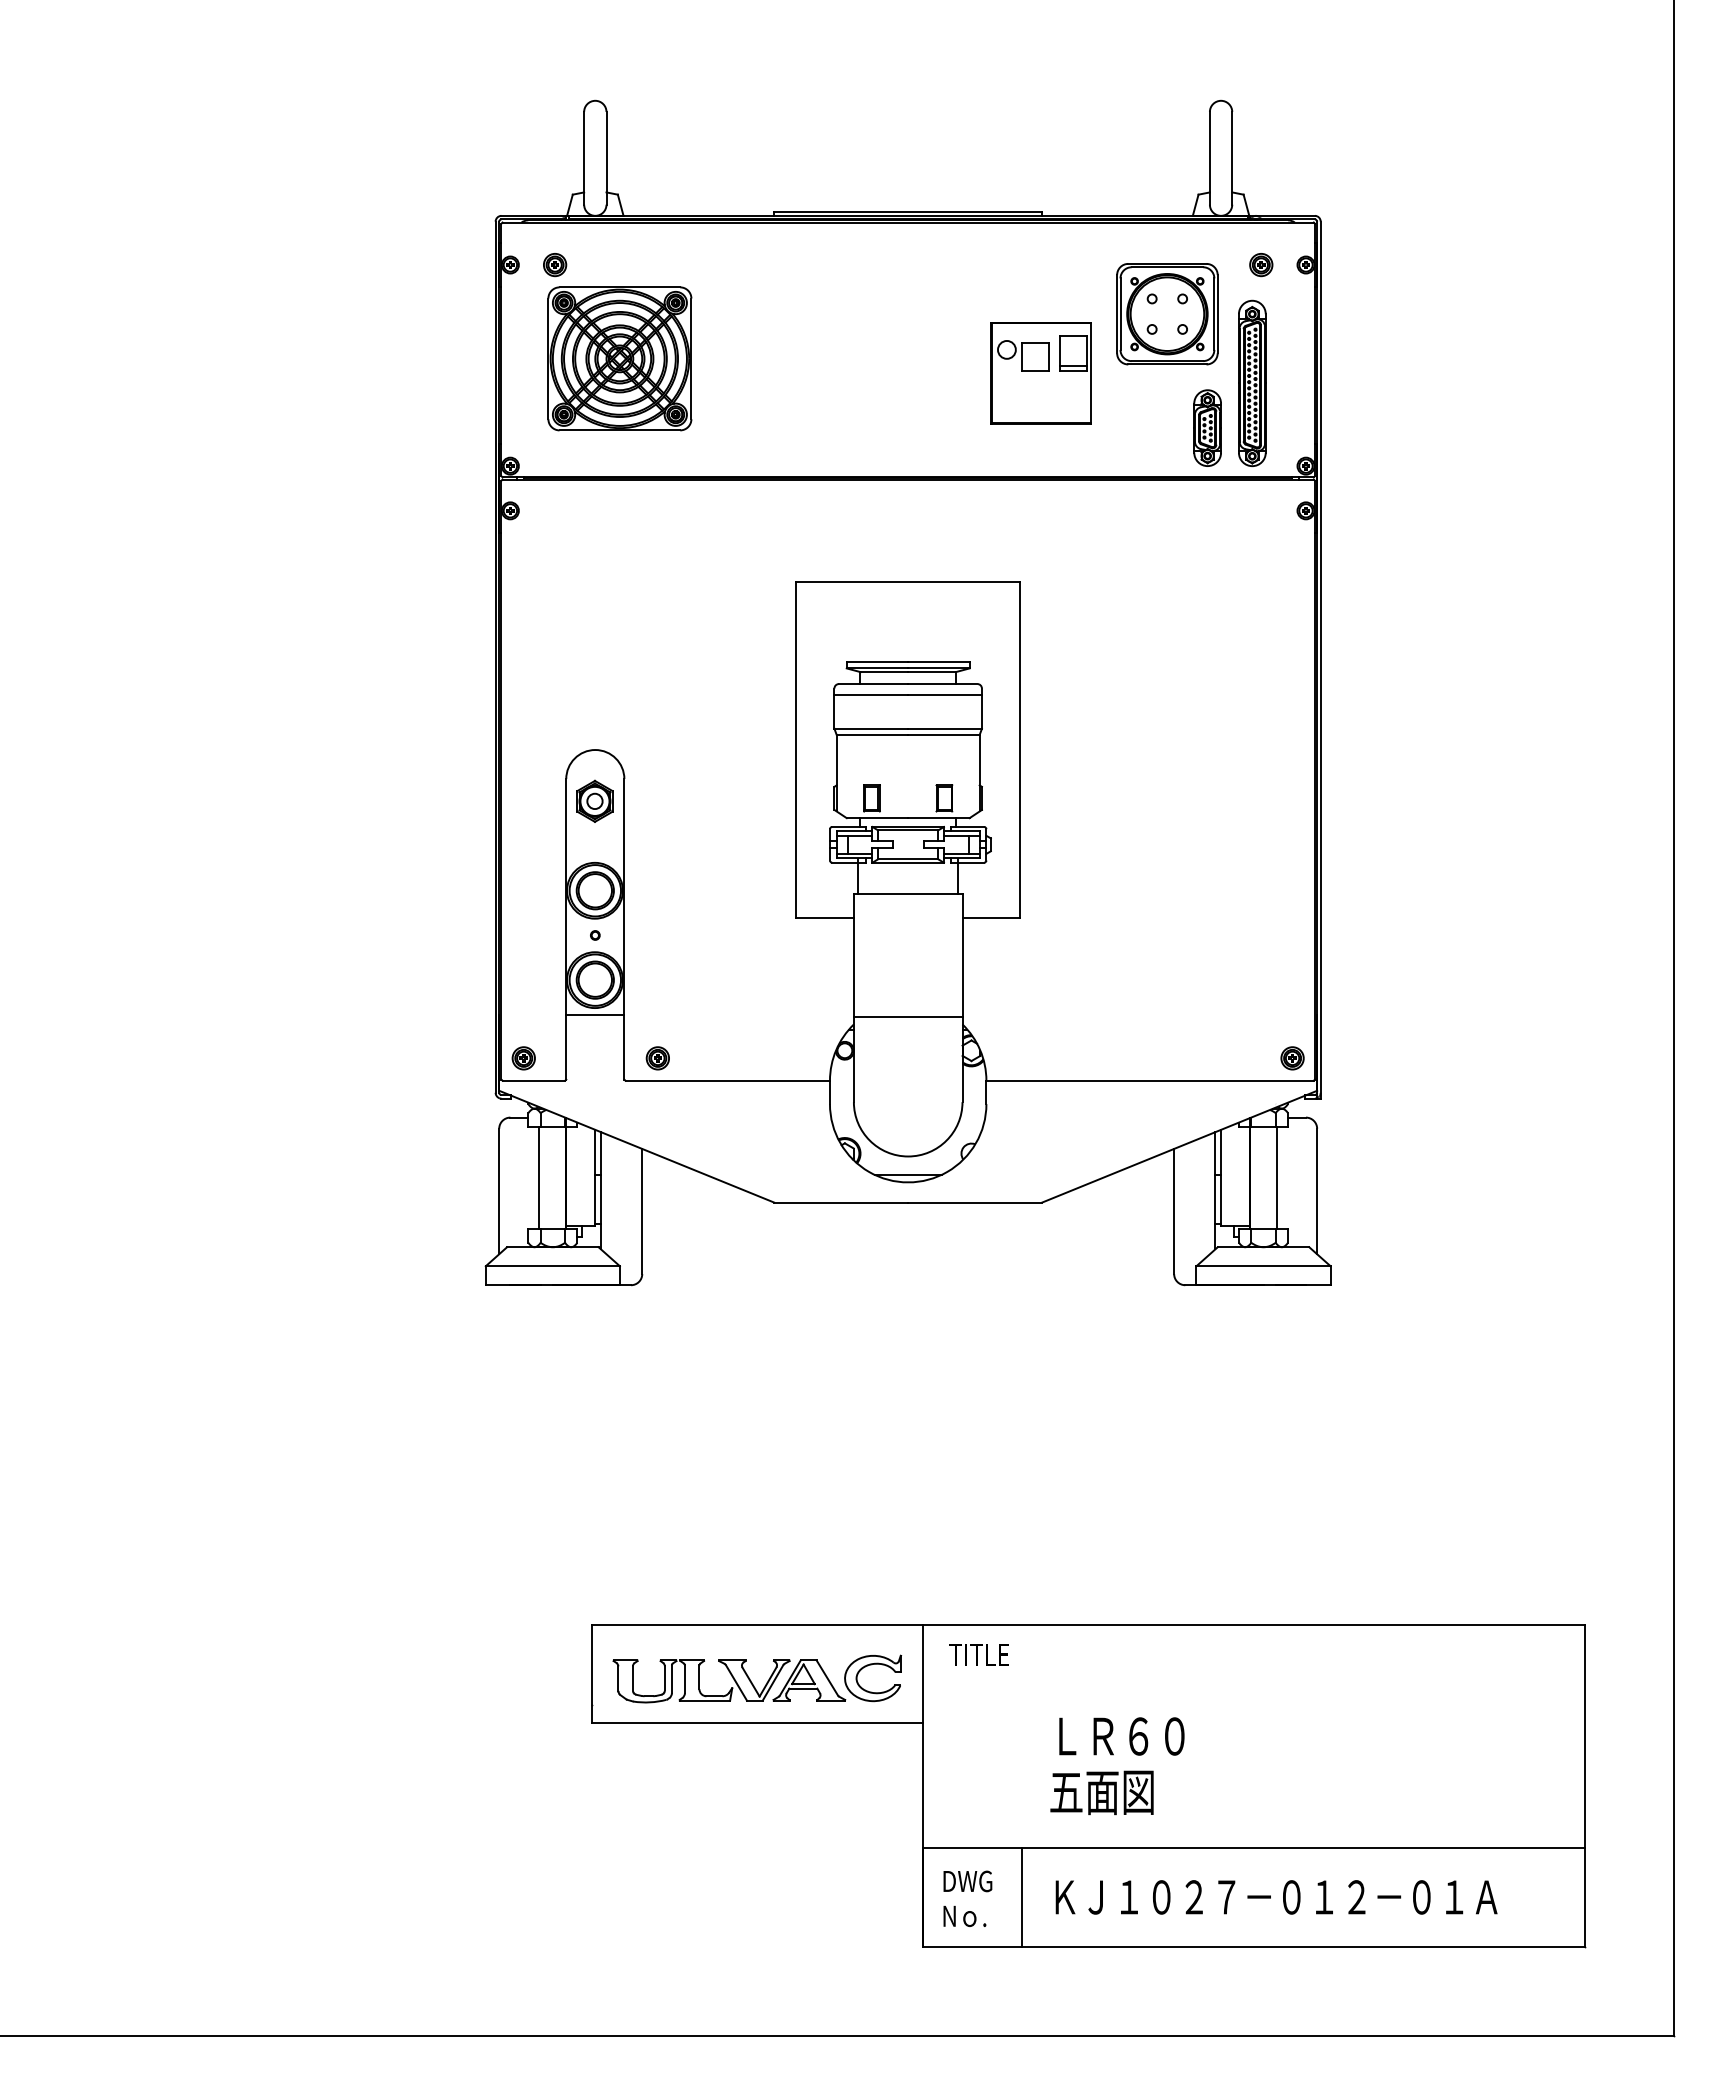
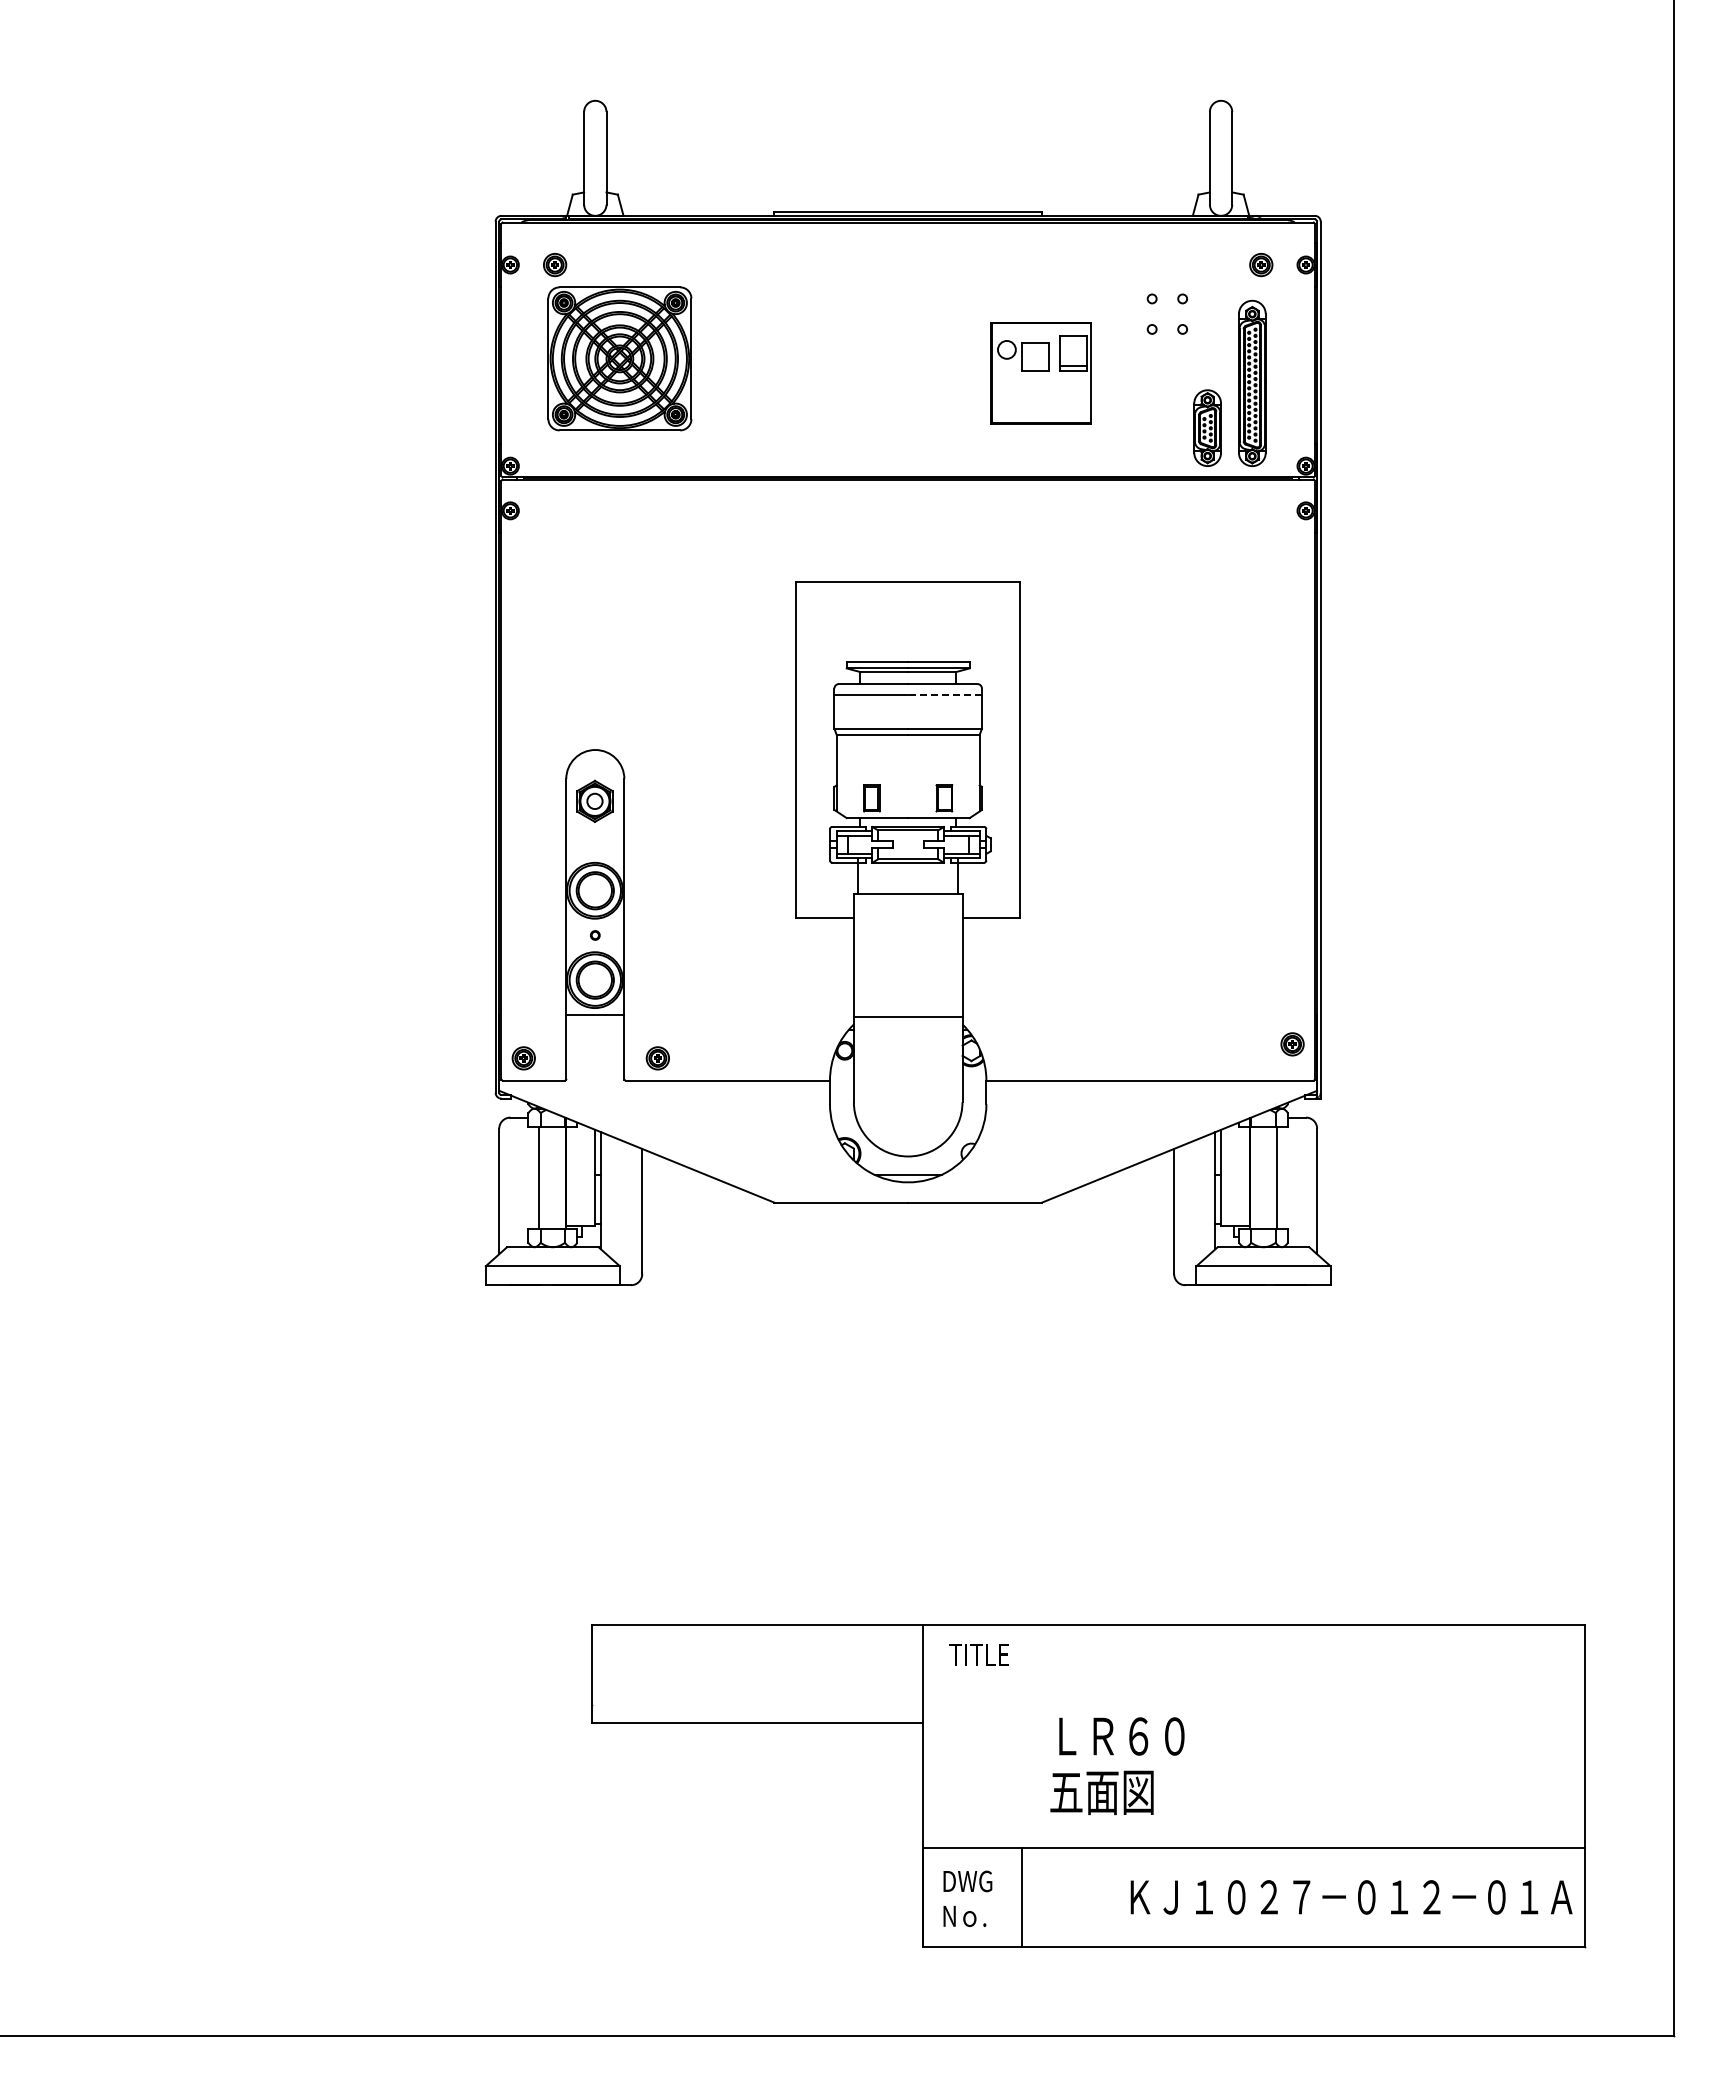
part at (1167, 314): present -> none
line at (945, 695): solid -> dashed
part at (1292, 1058) position: (1292, 1058) -> (1292, 1044)
part at (751, 1680): present -> none
text at (1276, 1897) position: (1276, 1897) -> (1351, 1897)
